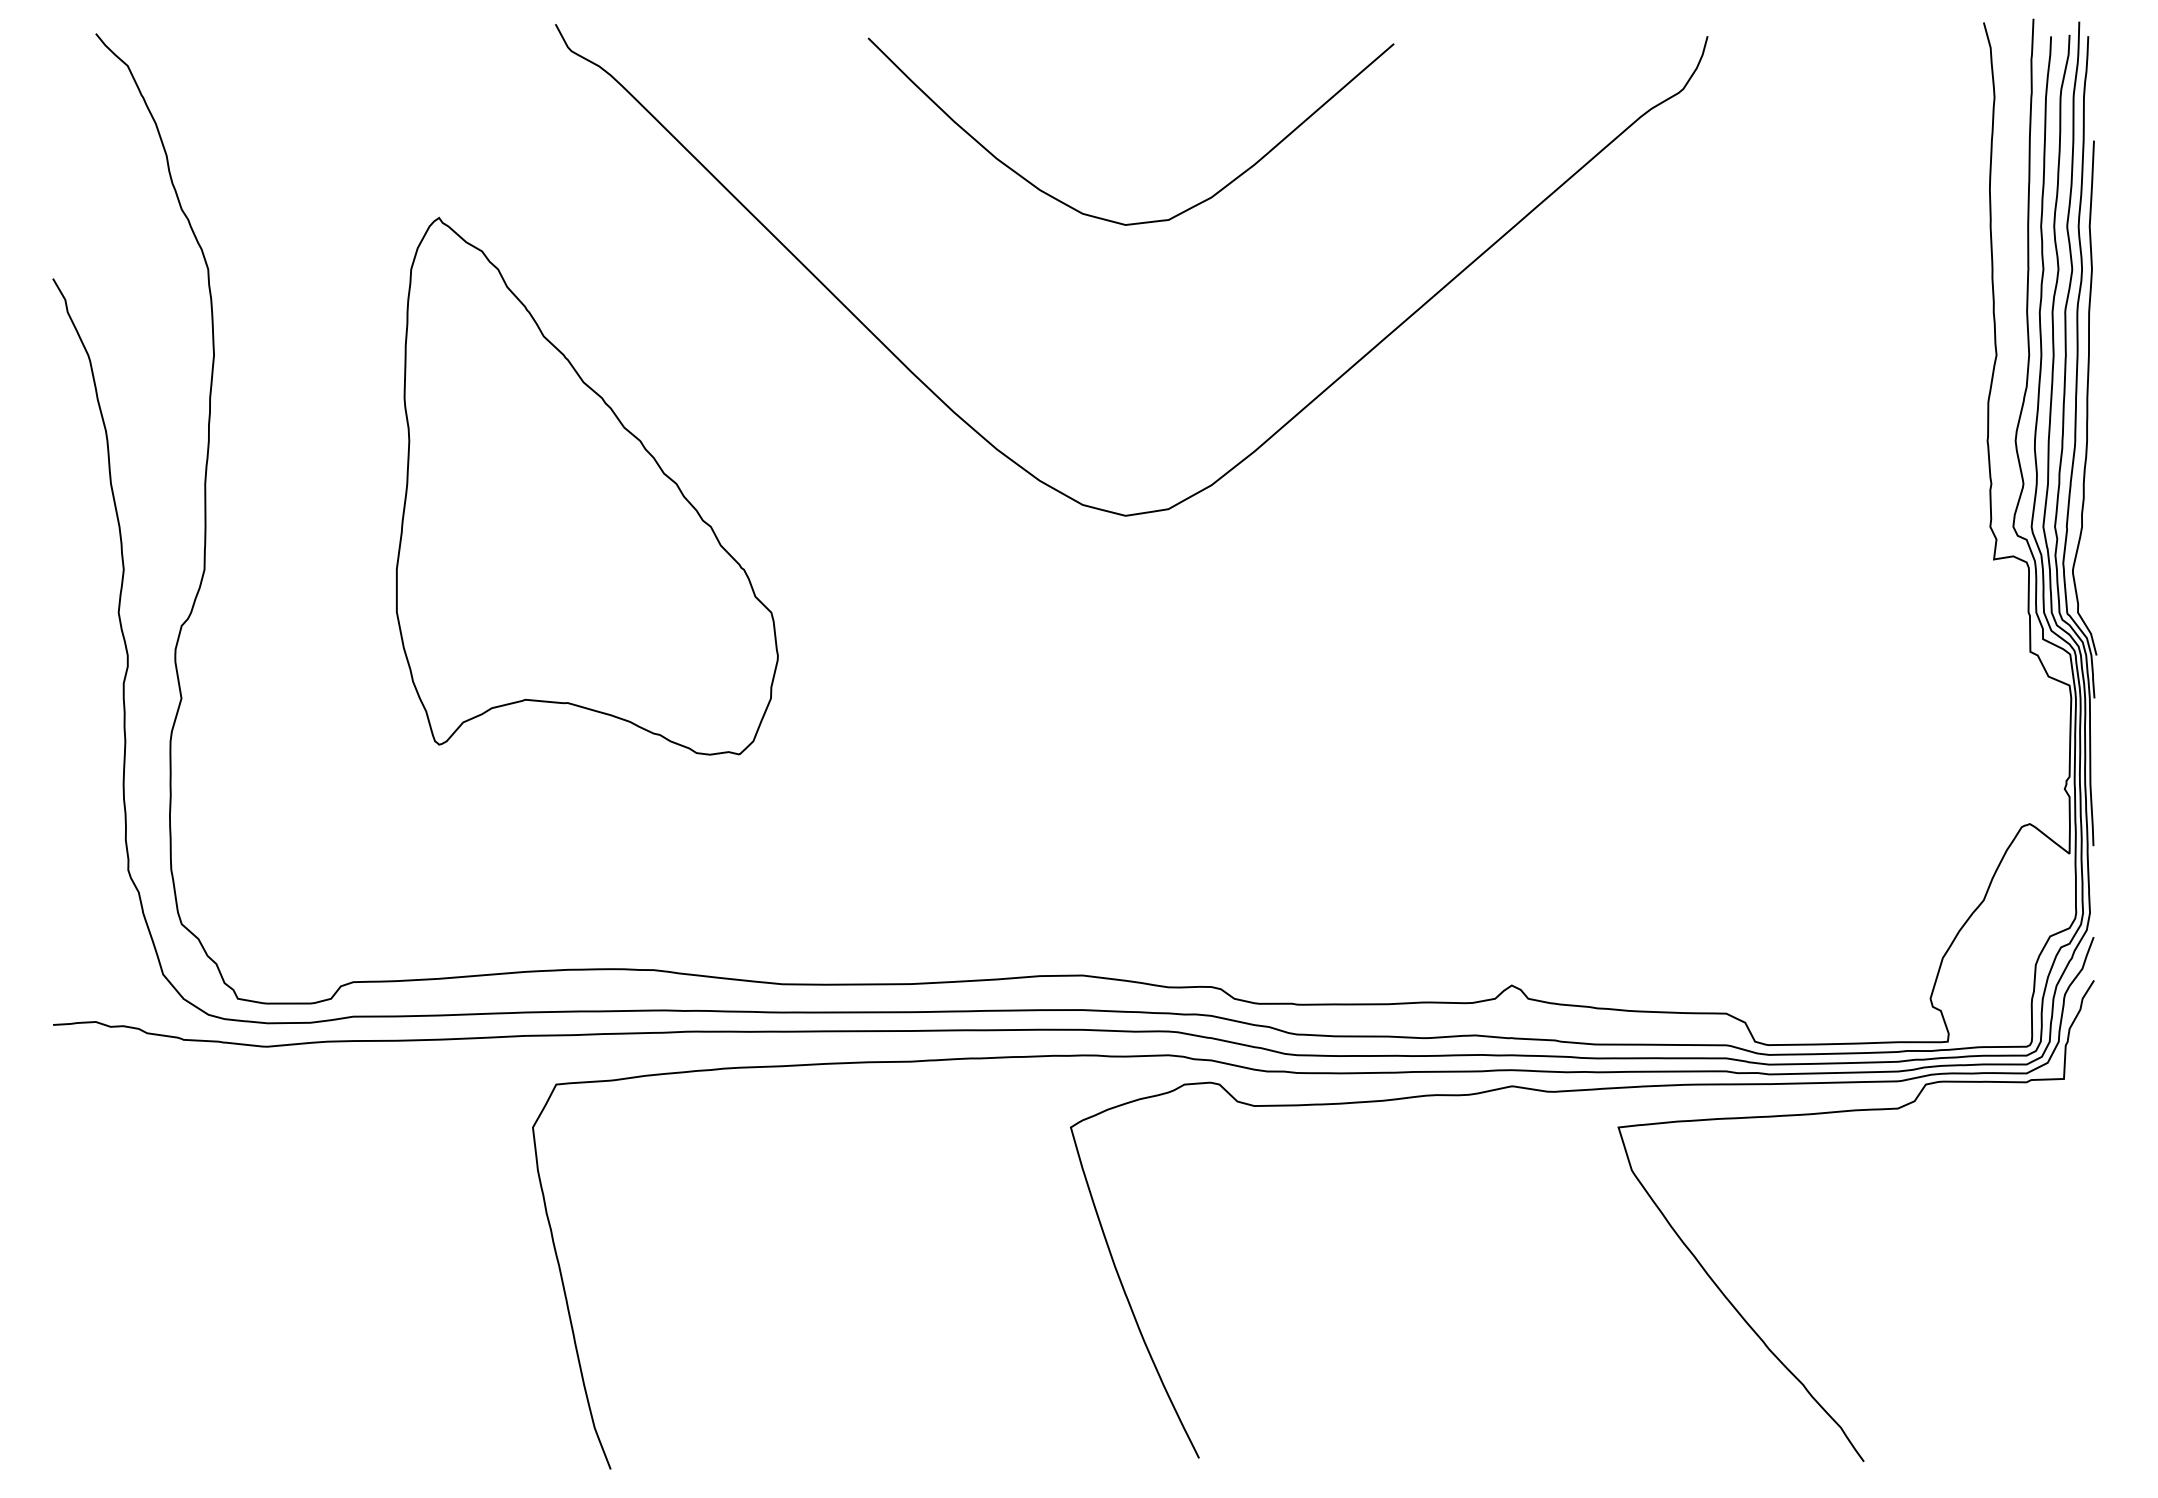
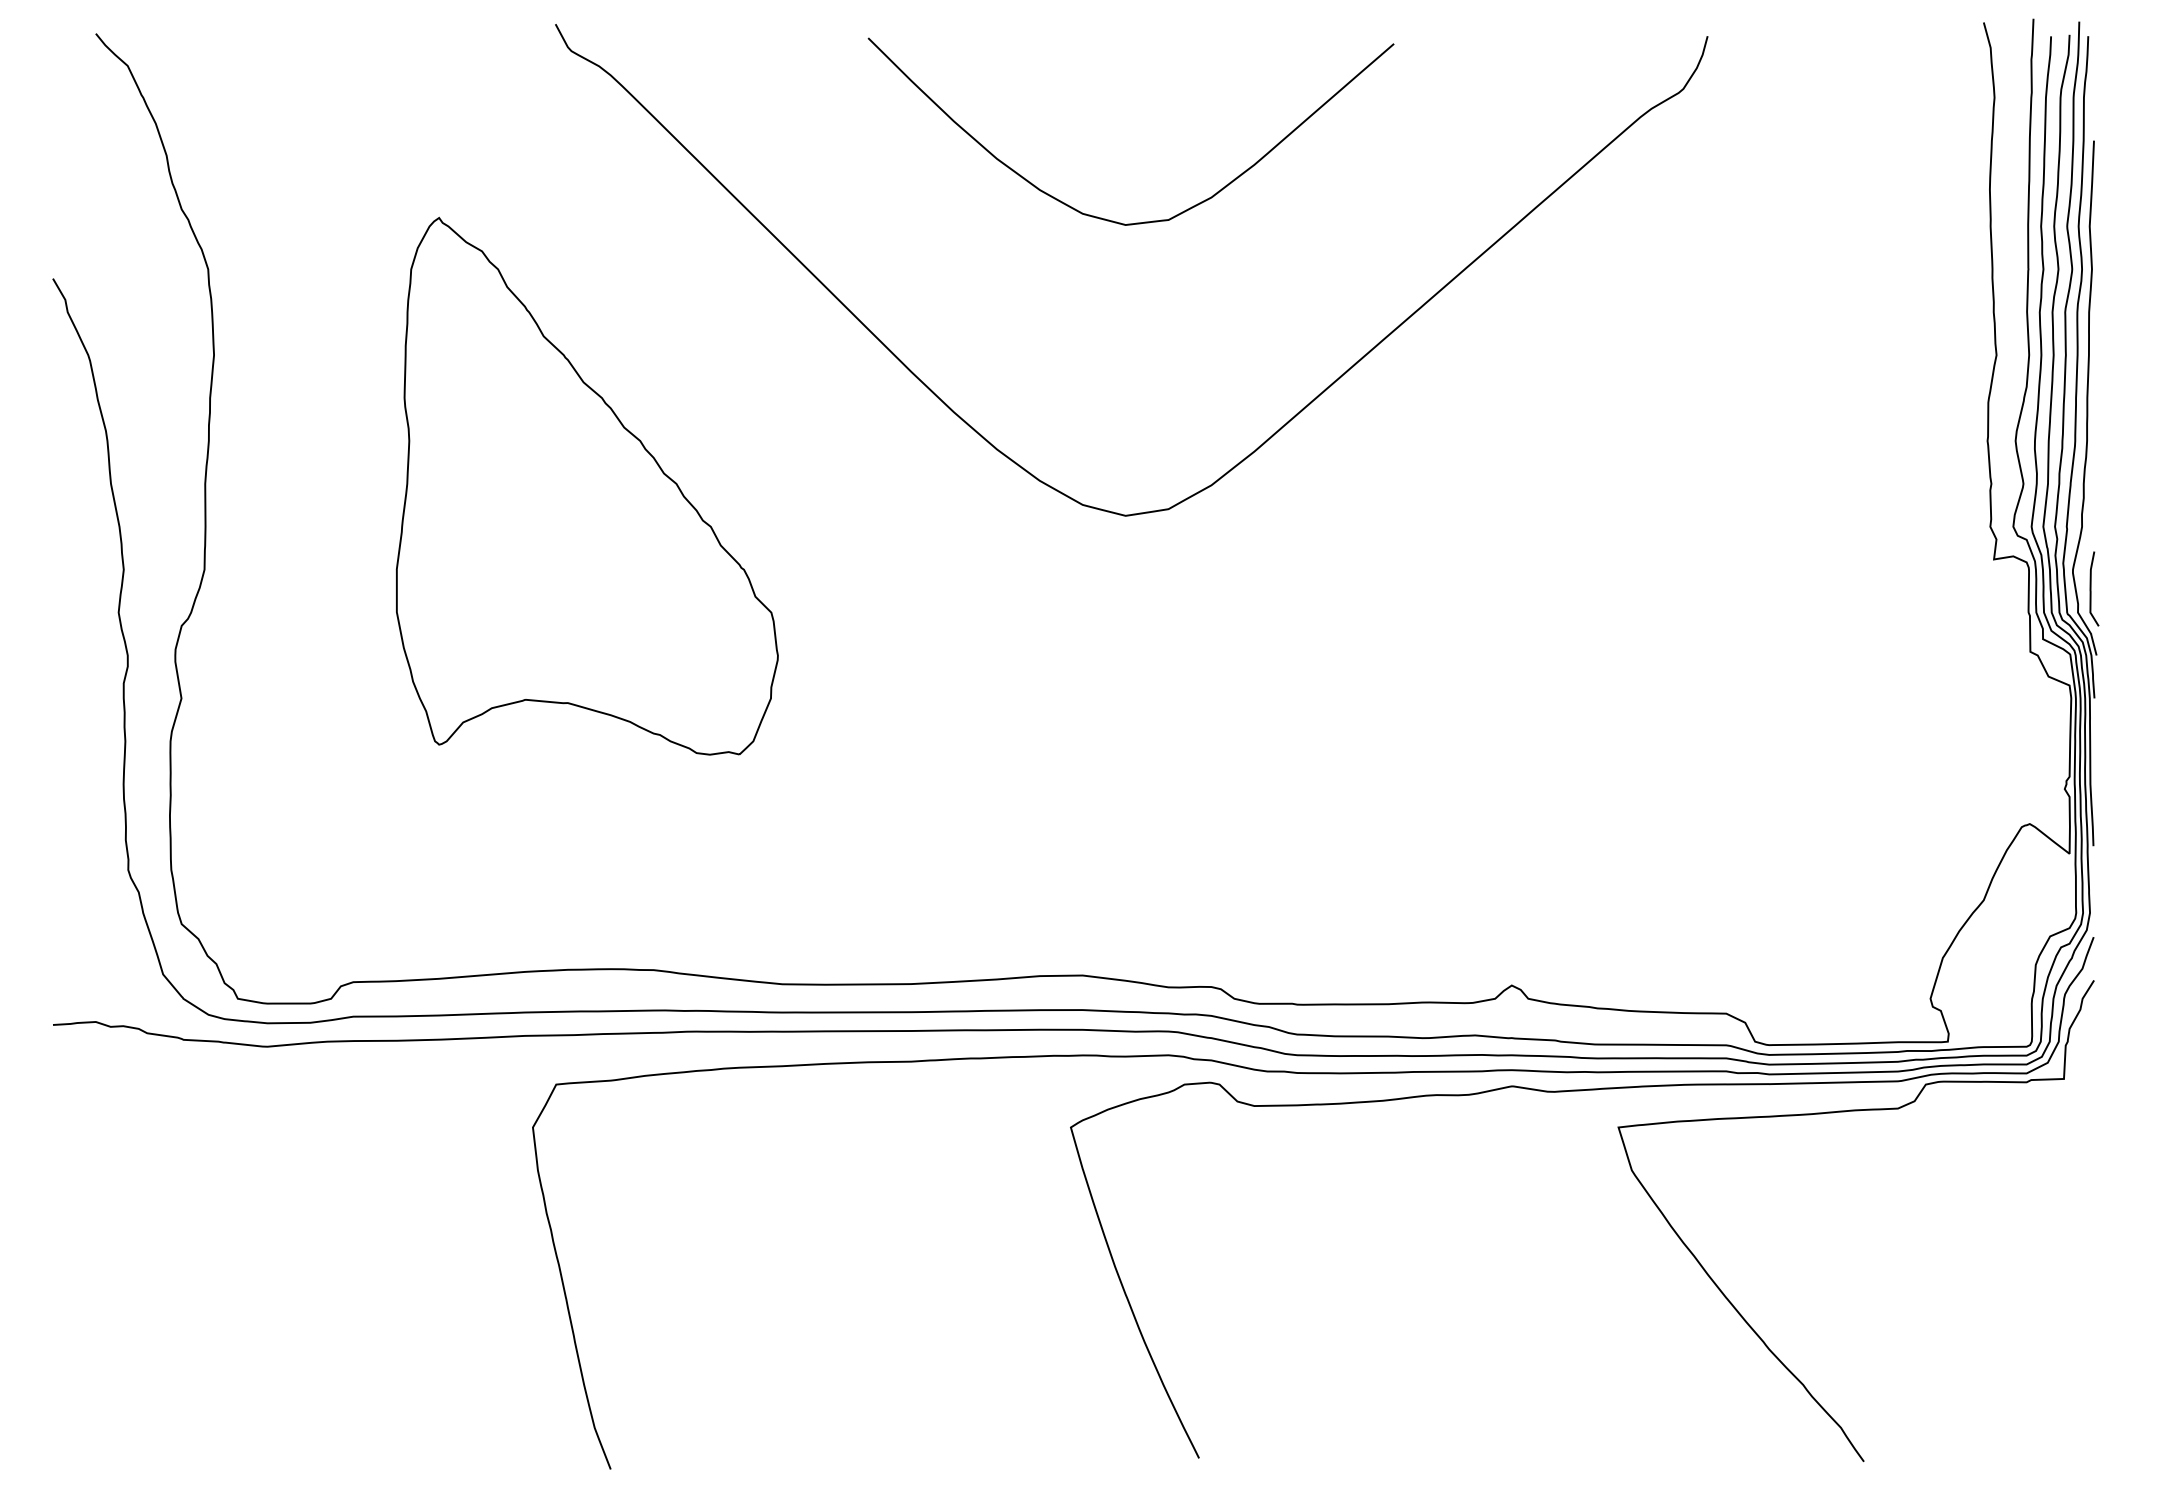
curve at (2091, 588): none -> present
